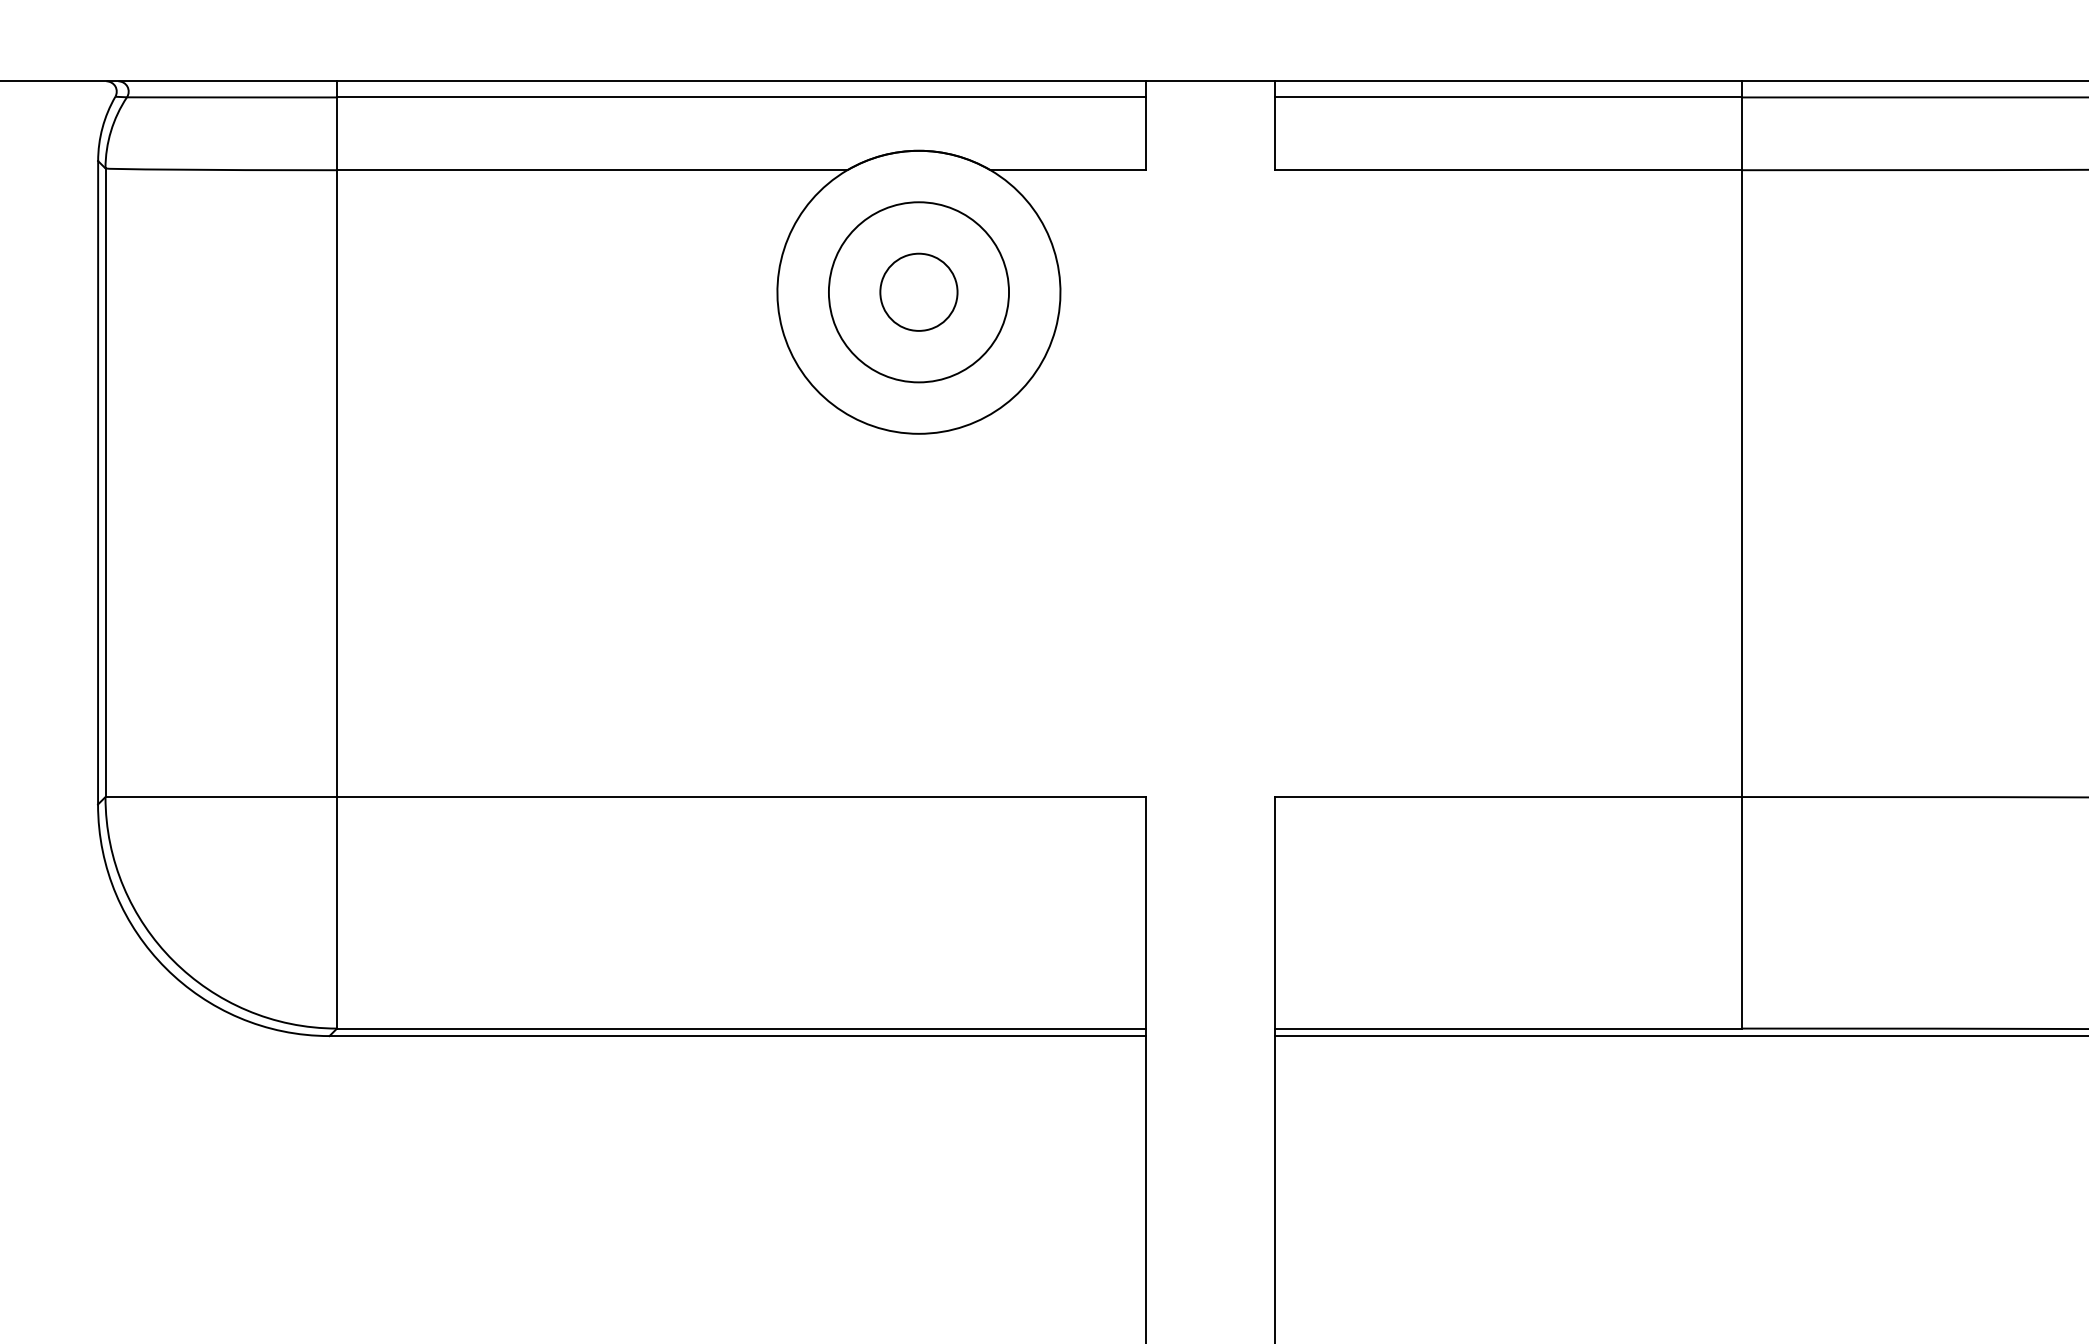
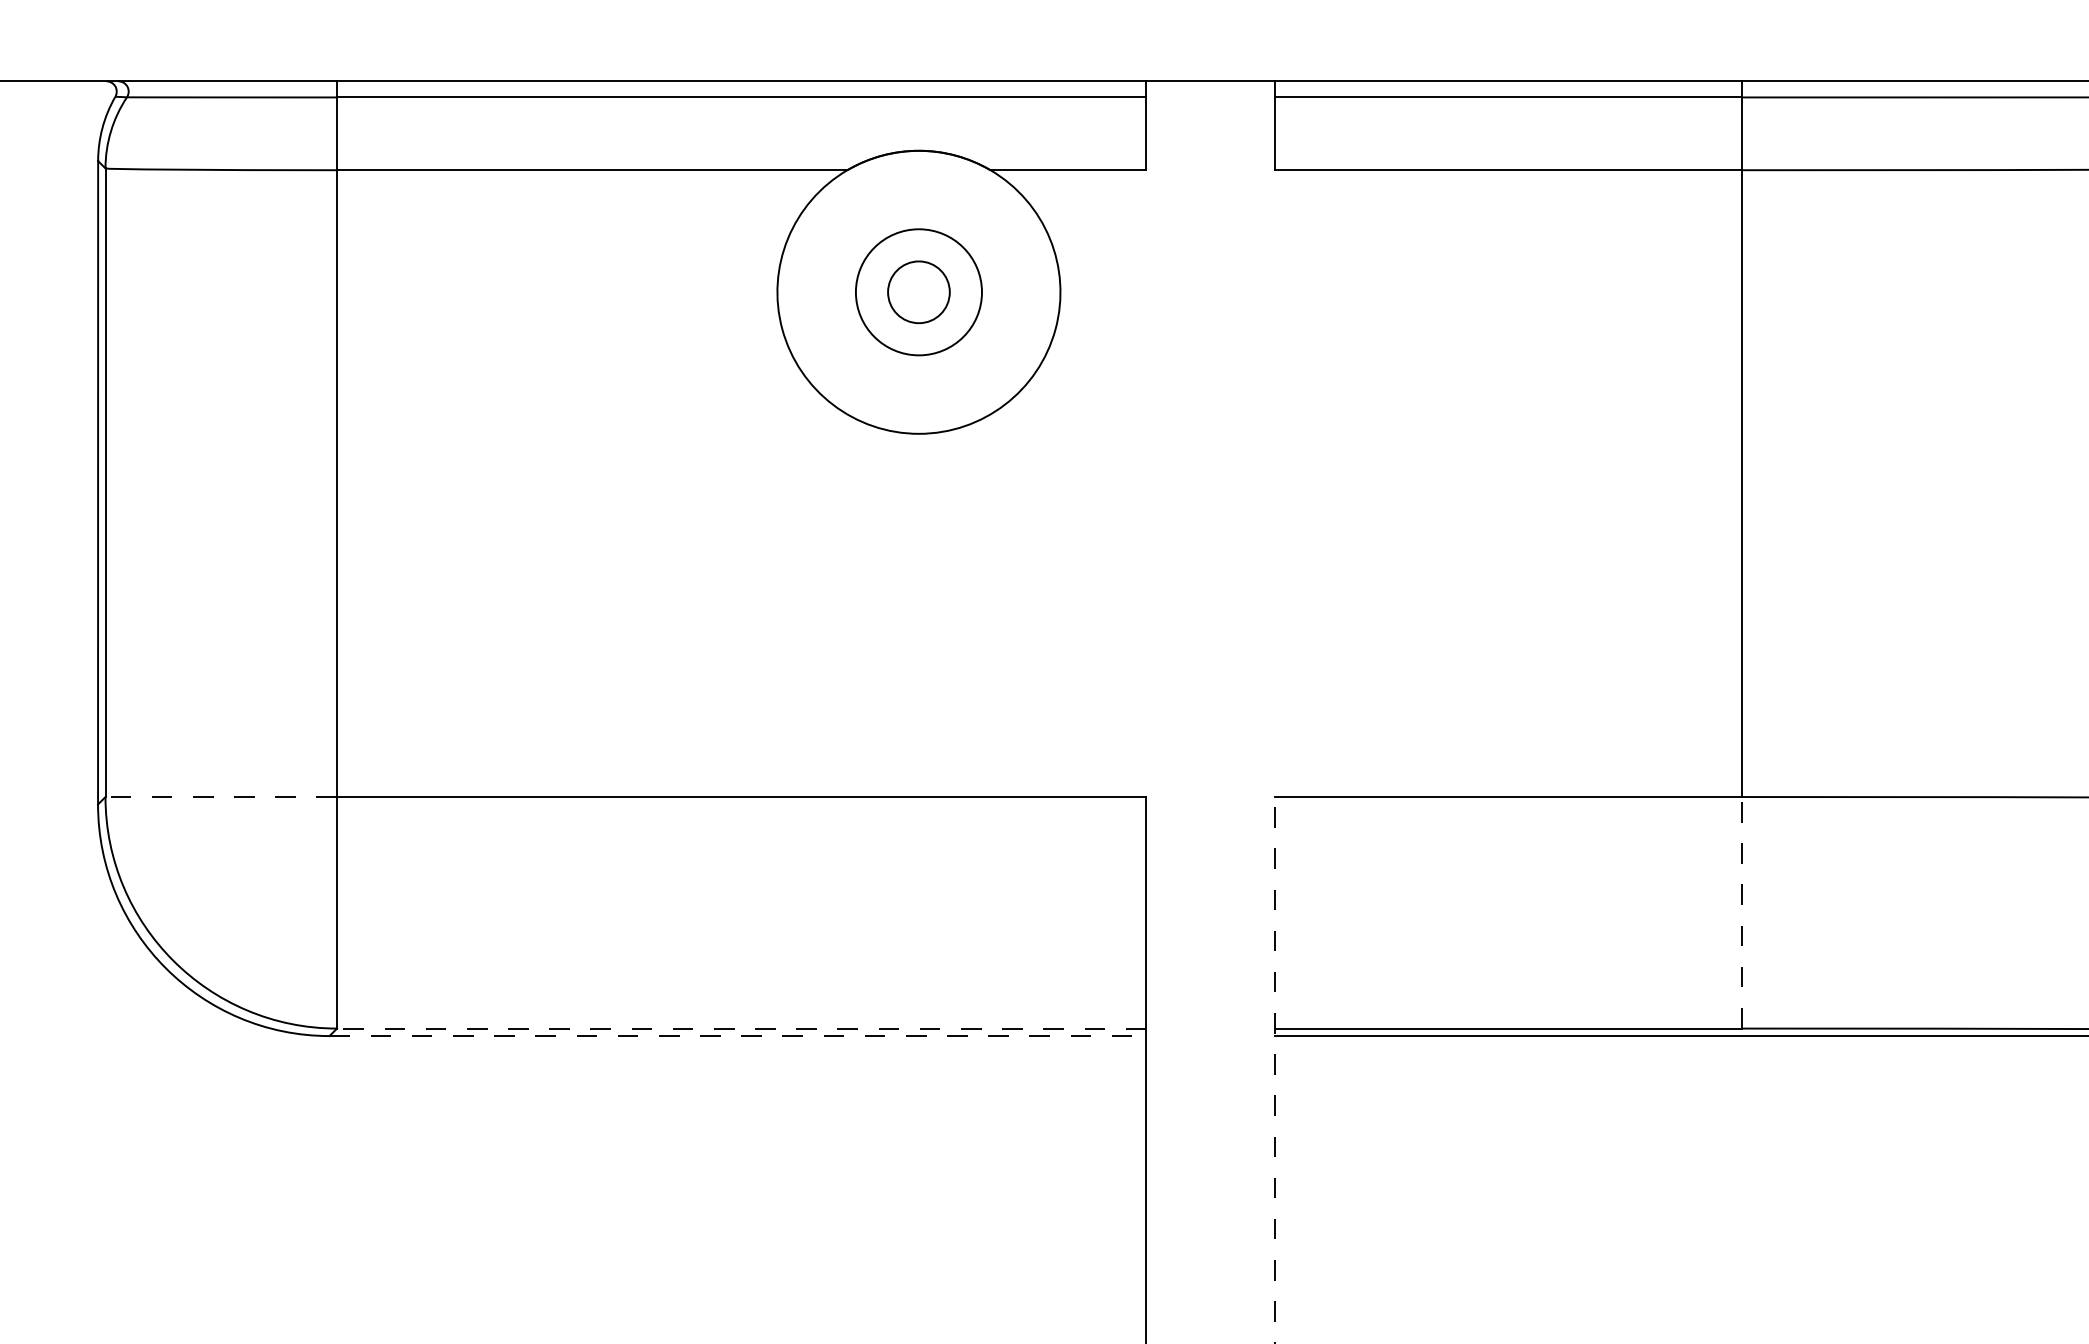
circle at (918, 291) diameter: 77 px -> 62 px
circle at (918, 292) diameter: 180 px -> 126 px
line at (221, 797): solid -> dashed
line at (1742, 912): solid -> dashed
line at (741, 1028): solid -> dashed
line at (738, 1036): solid -> dashed
line at (1274, 1069): solid -> dashed
